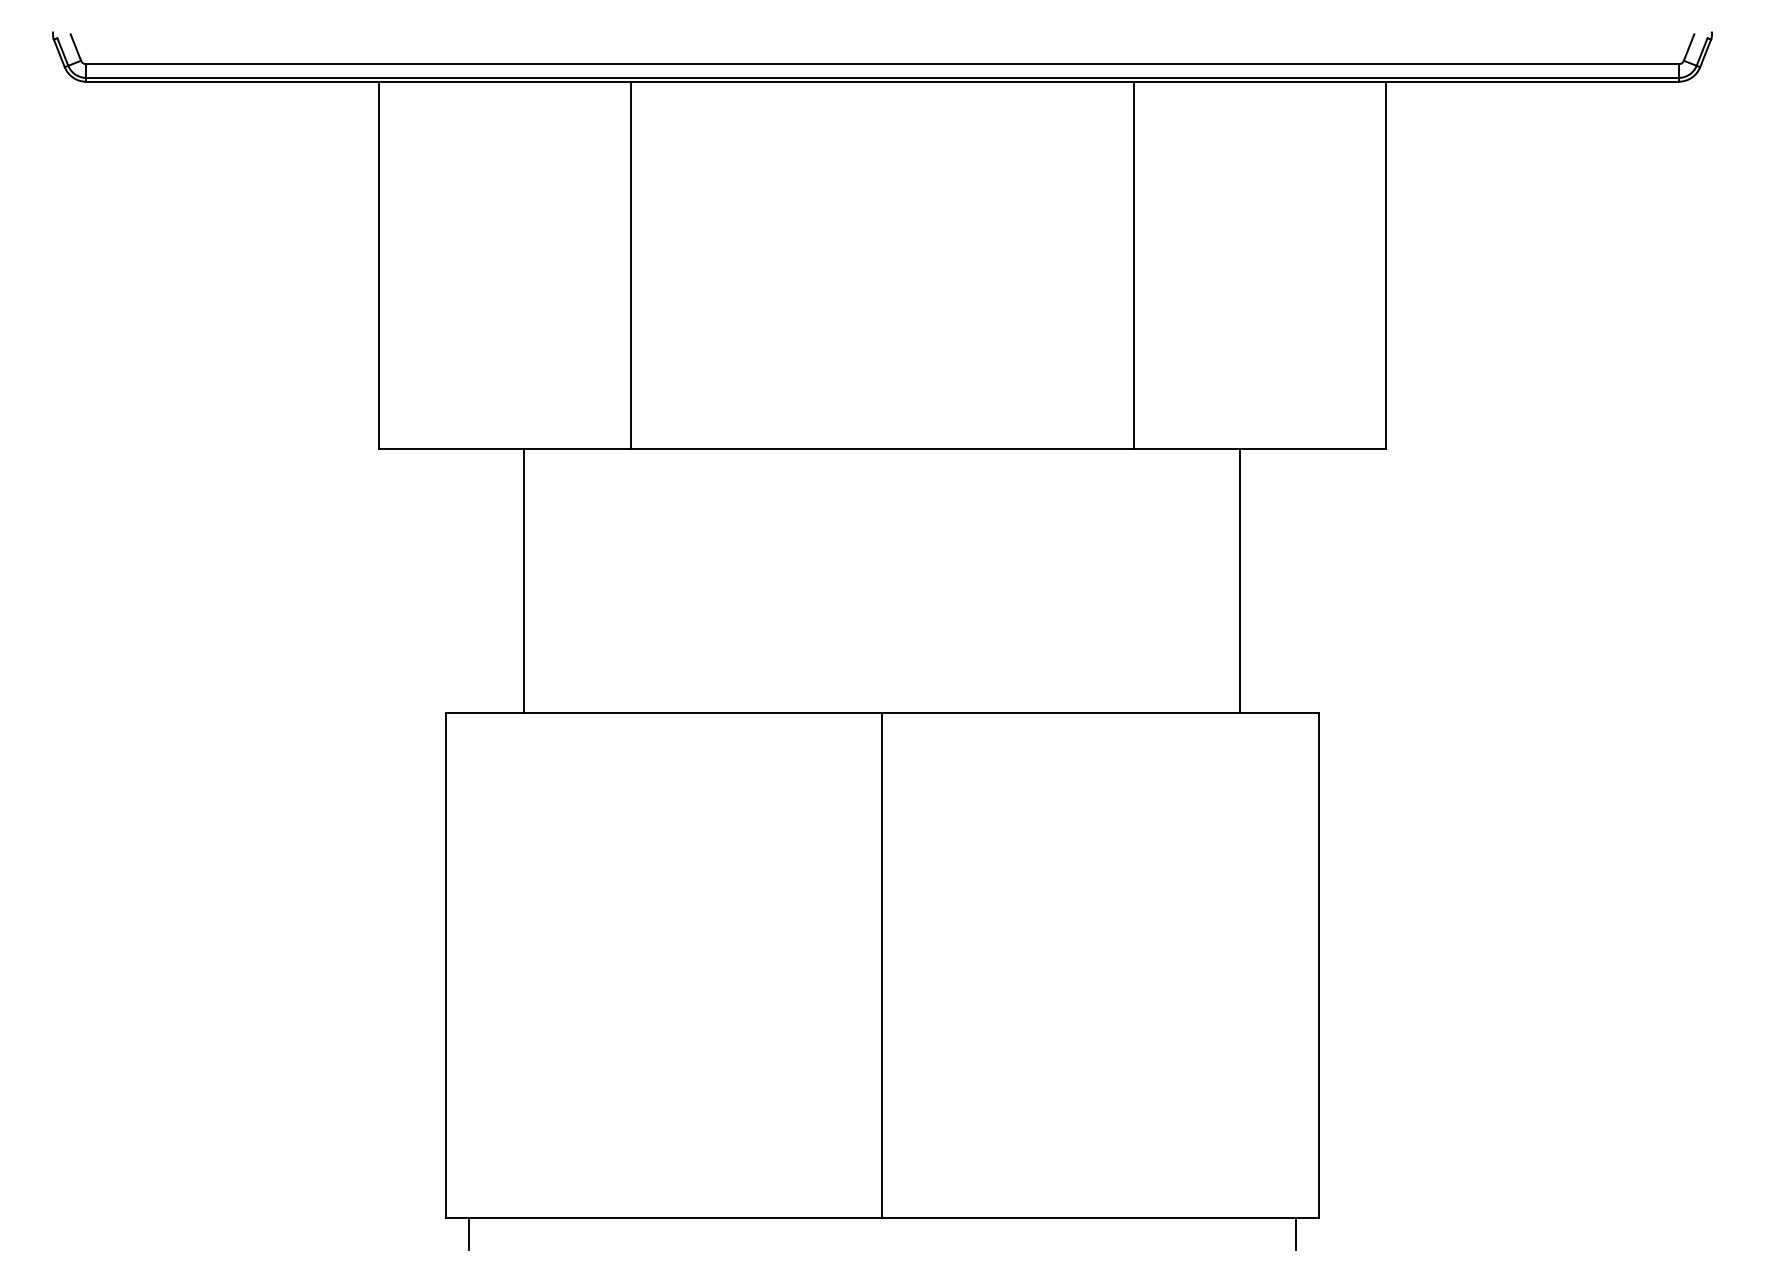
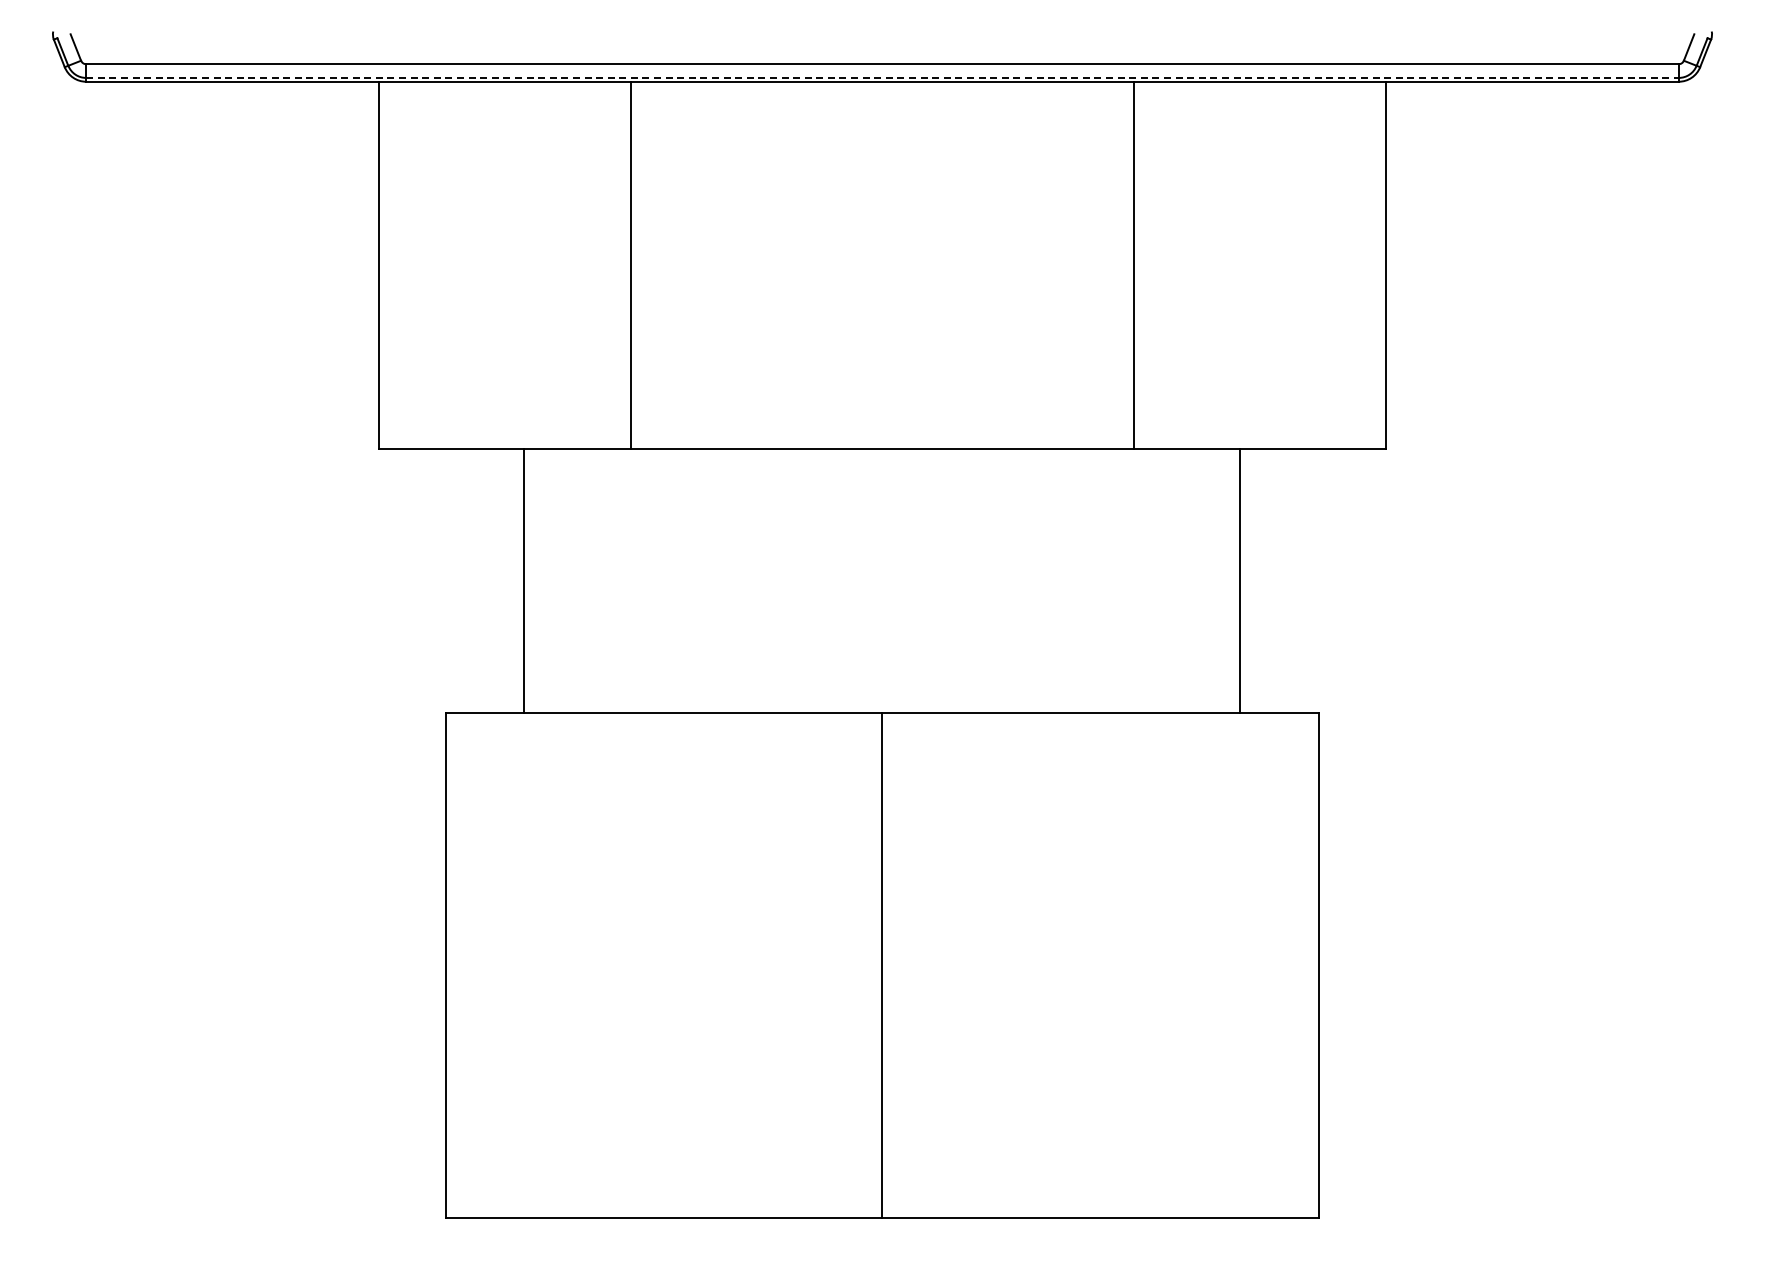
line at (883, 77): solid -> dashed
line at (469, 1233): present -> none
line at (1295, 1233): present -> none
